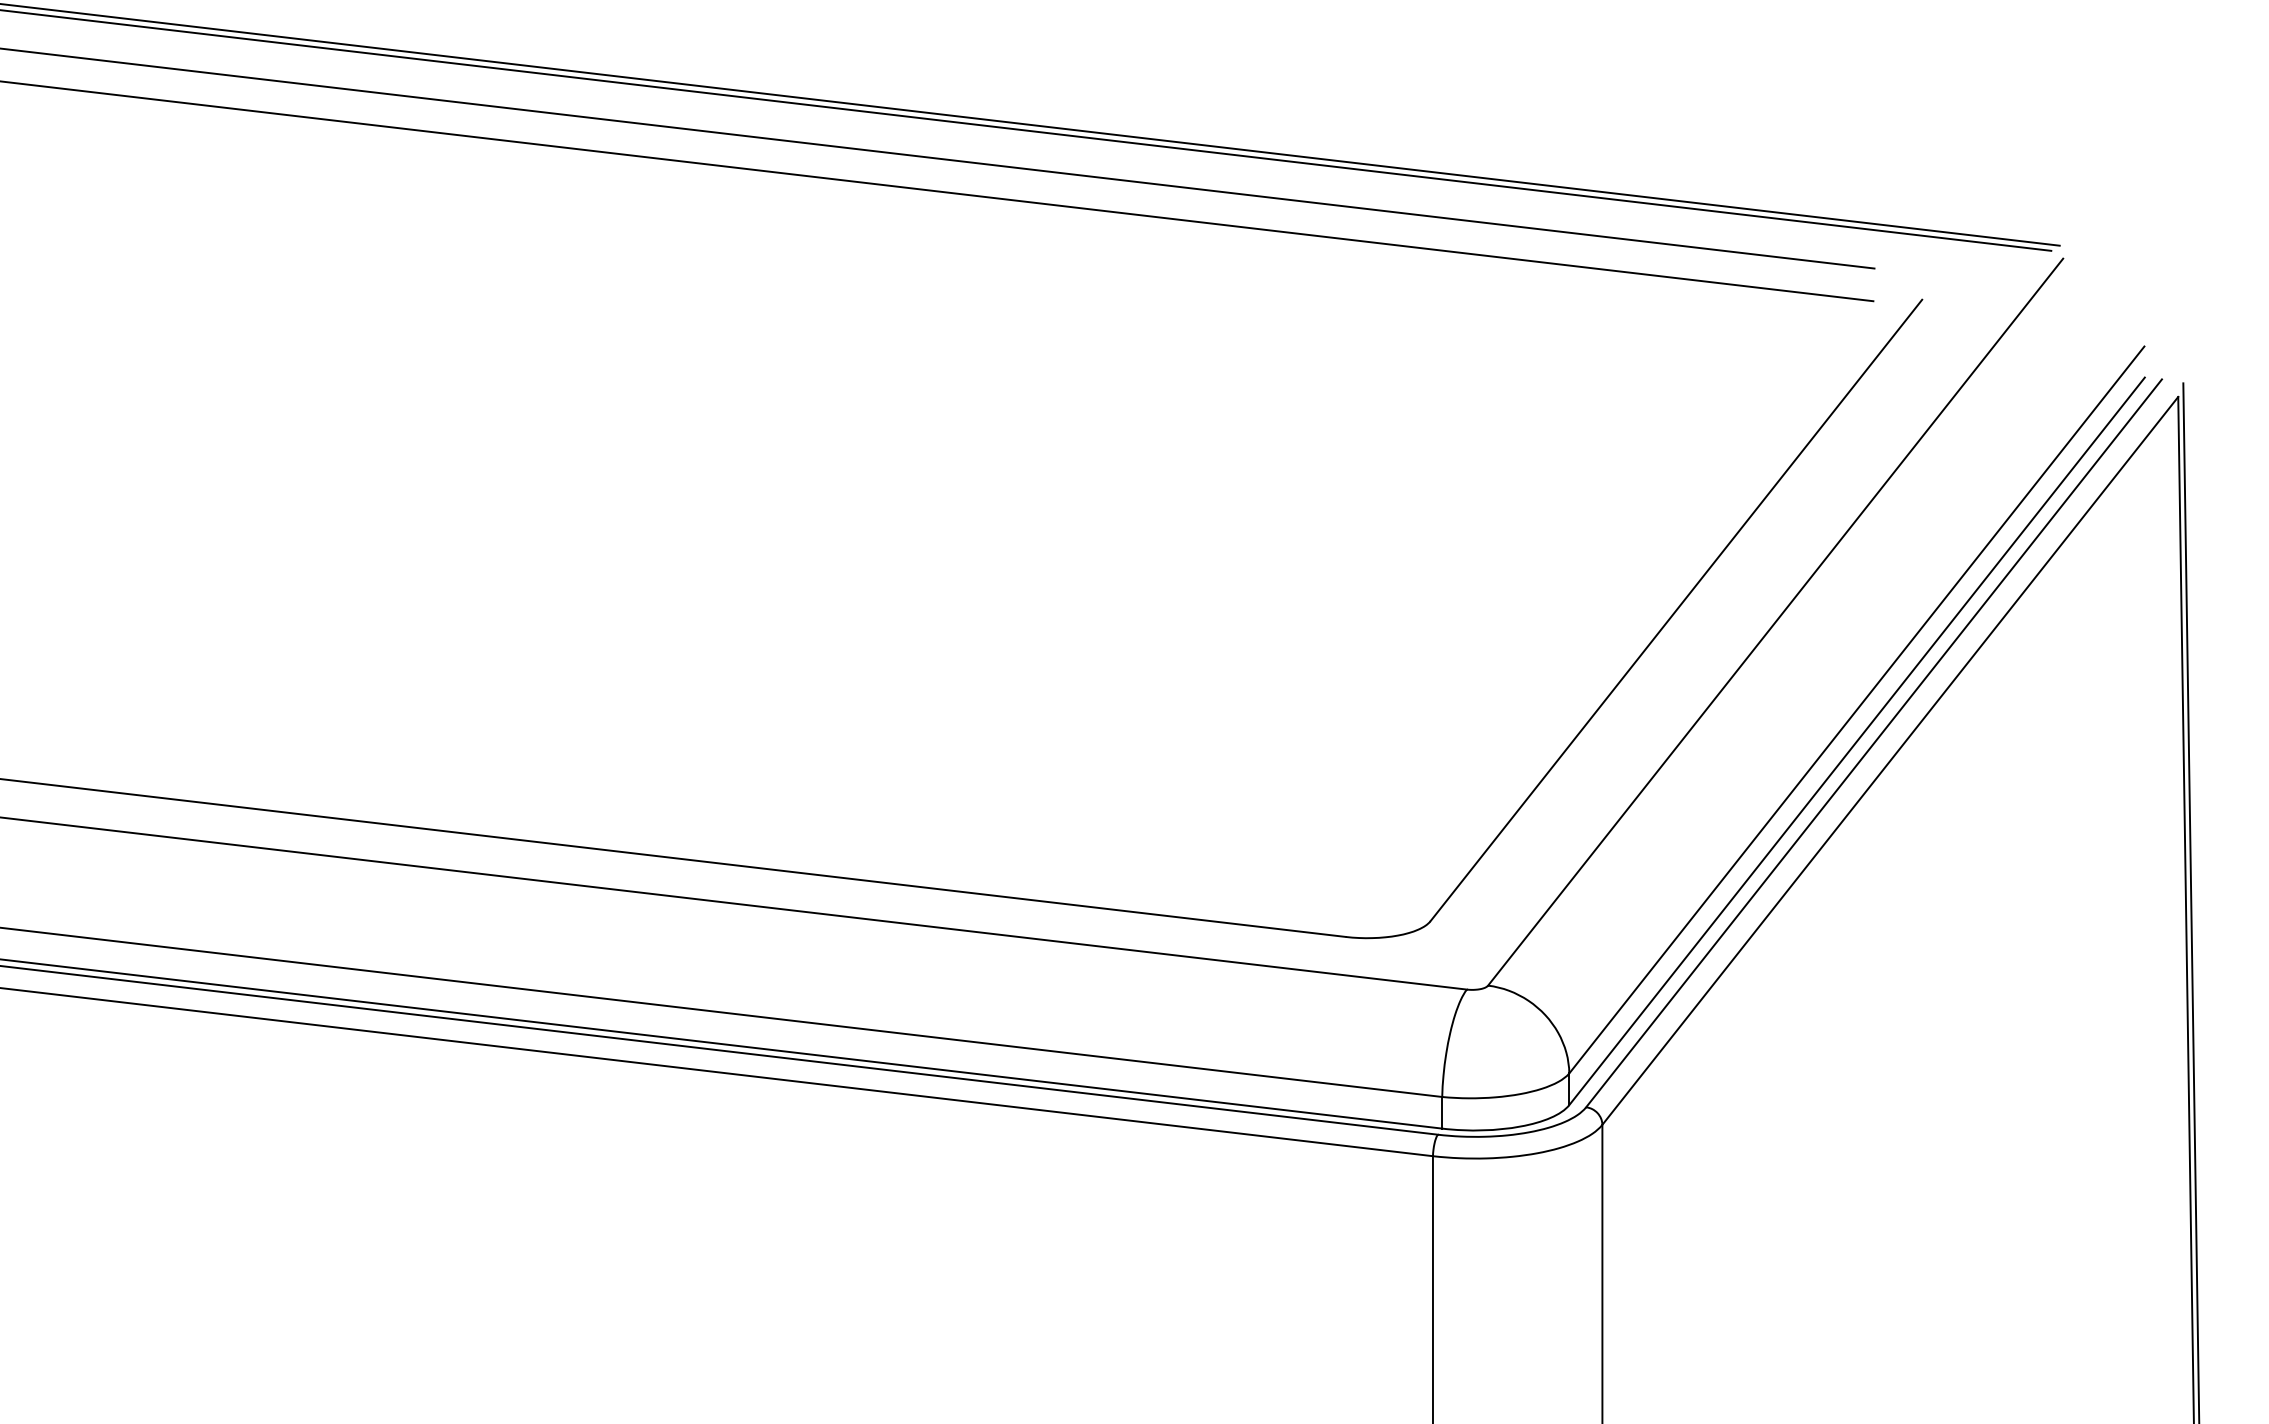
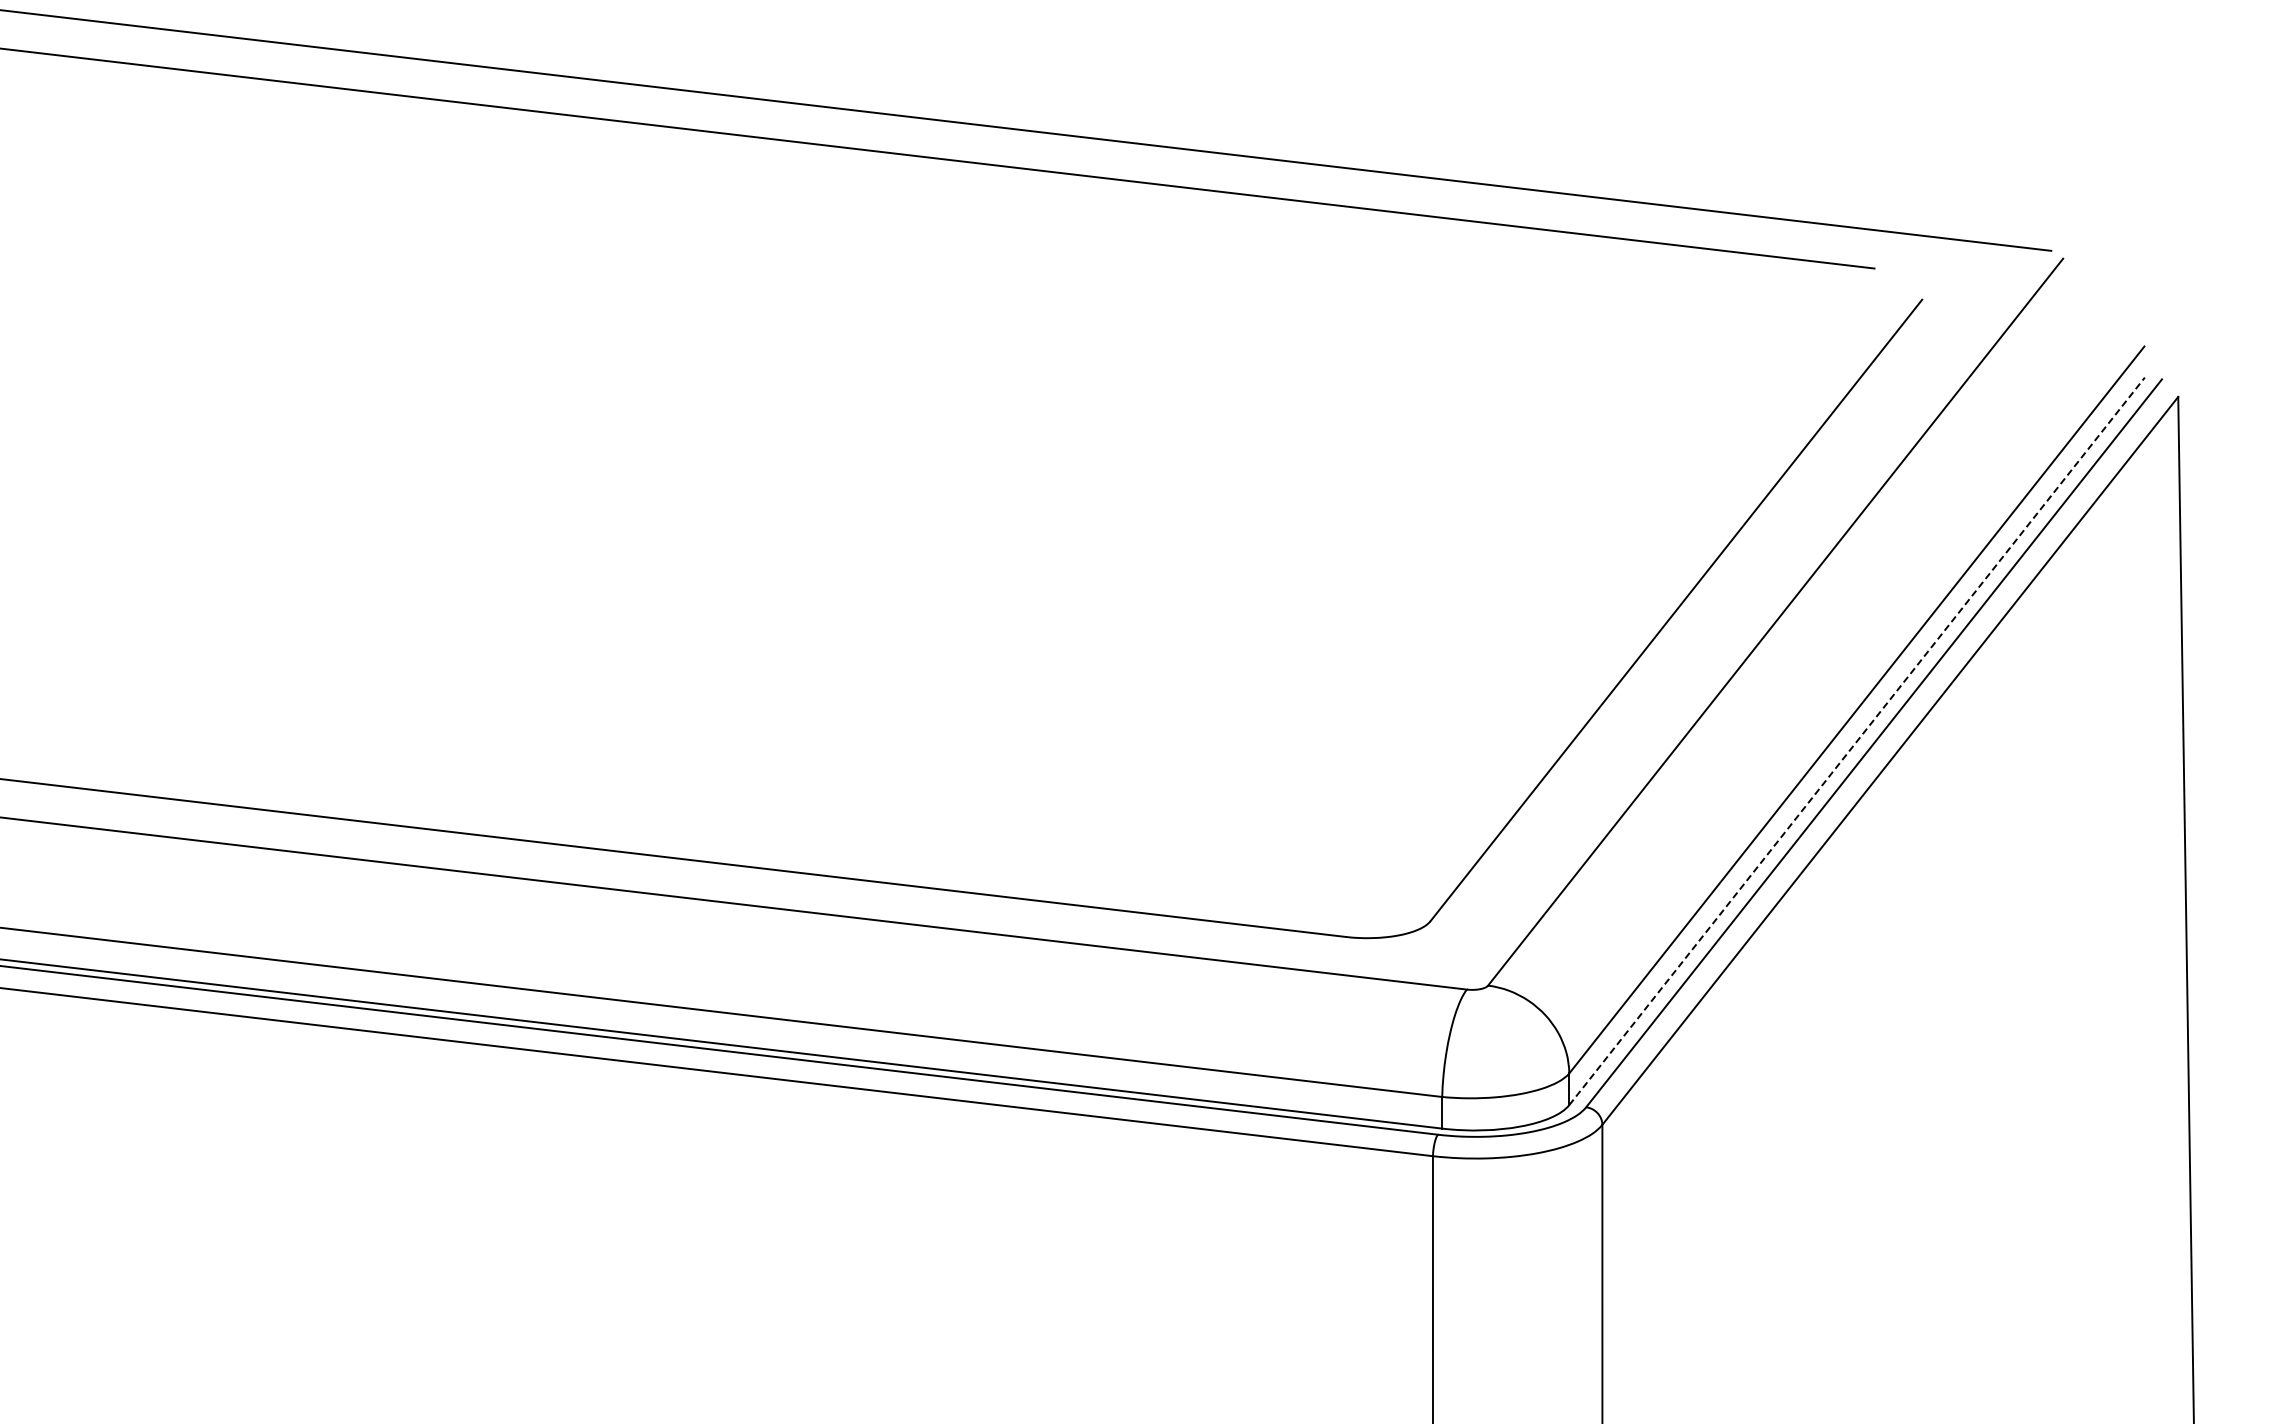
line at (1030, 124): present -> none
line at (937, 191): present -> none
line at (1857, 741): solid -> dashed
line at (2191, 901): present -> none
